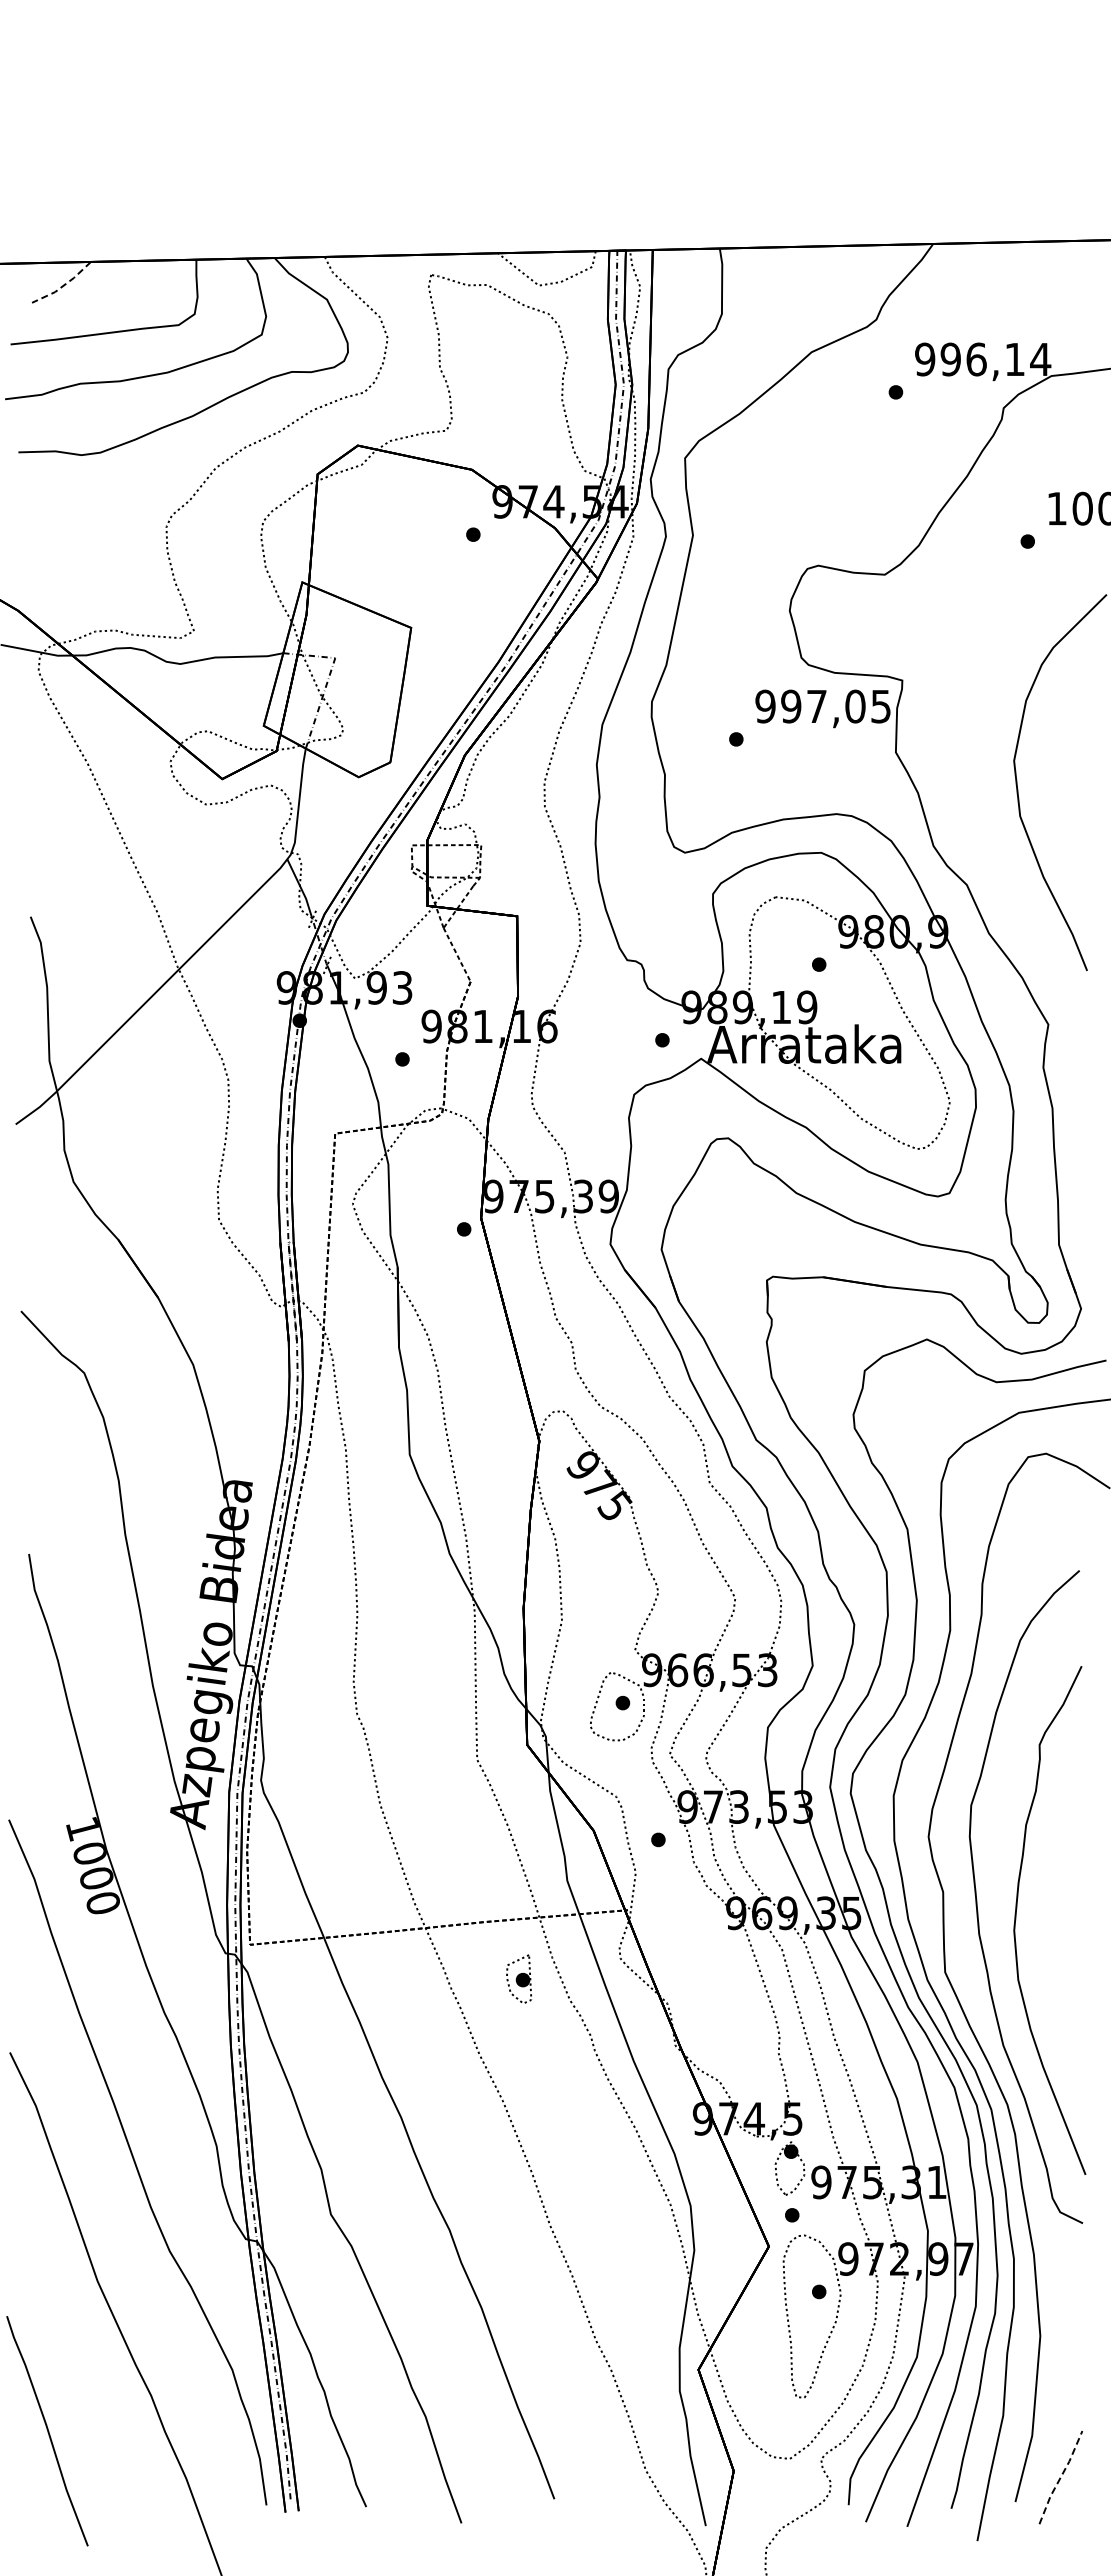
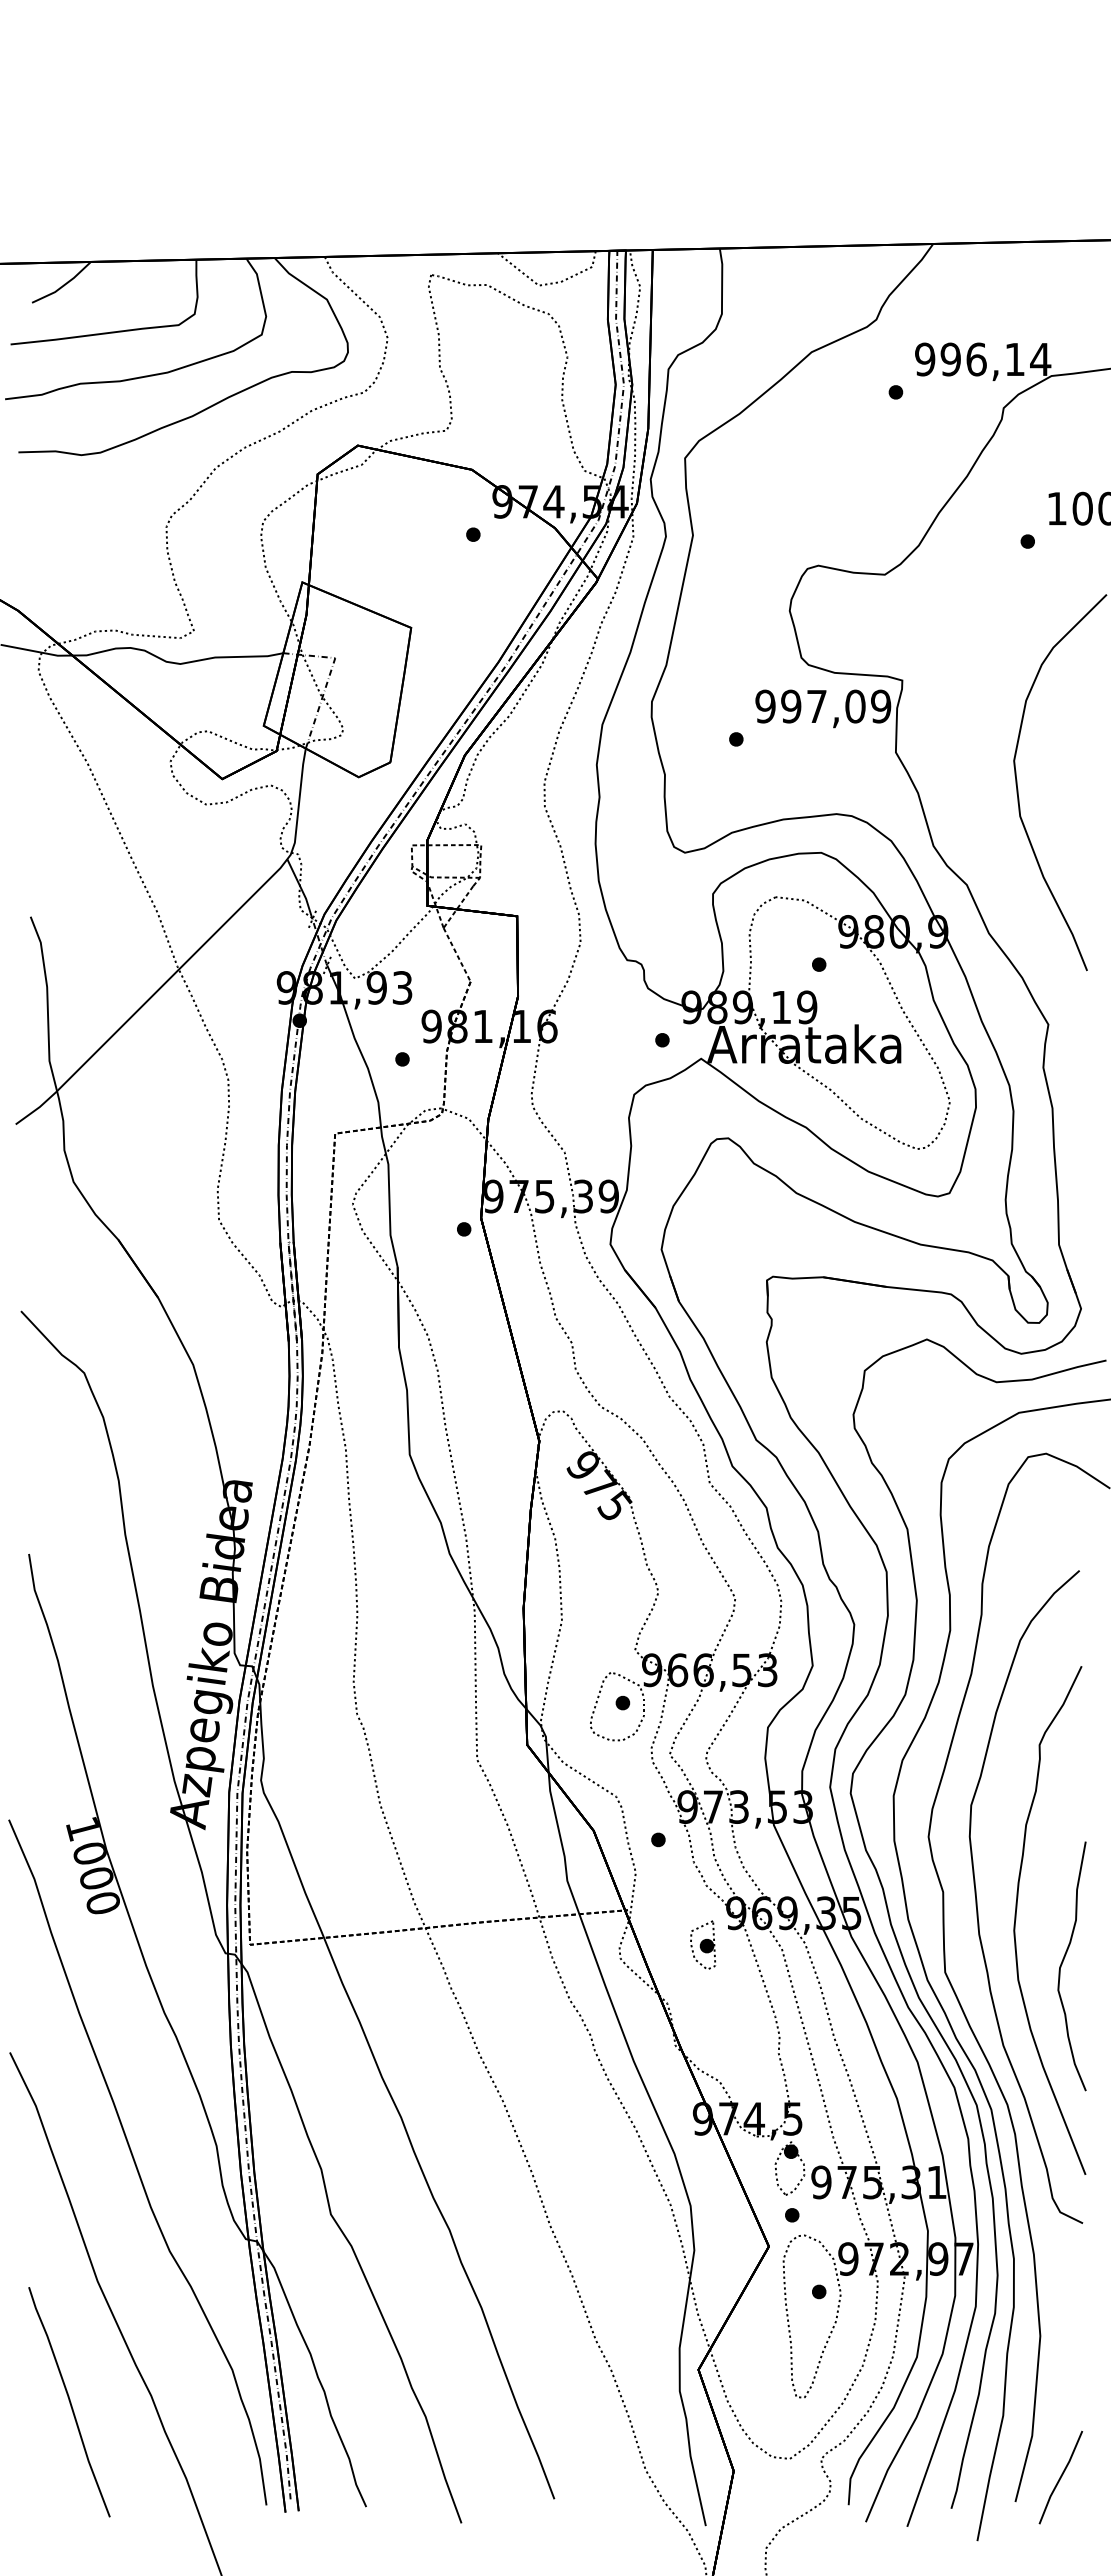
line at (63, 285): dashed -> solid
text at (881, 706): 997,05 -> 997,09
curve at (1063, 1962): none -> present
part at (519, 1978) position: (519, 1978) -> (703, 1944)
curve at (47, 2431) position: (47, 2431) -> (69, 2402)
line at (1060, 2477): dashed -> solid
